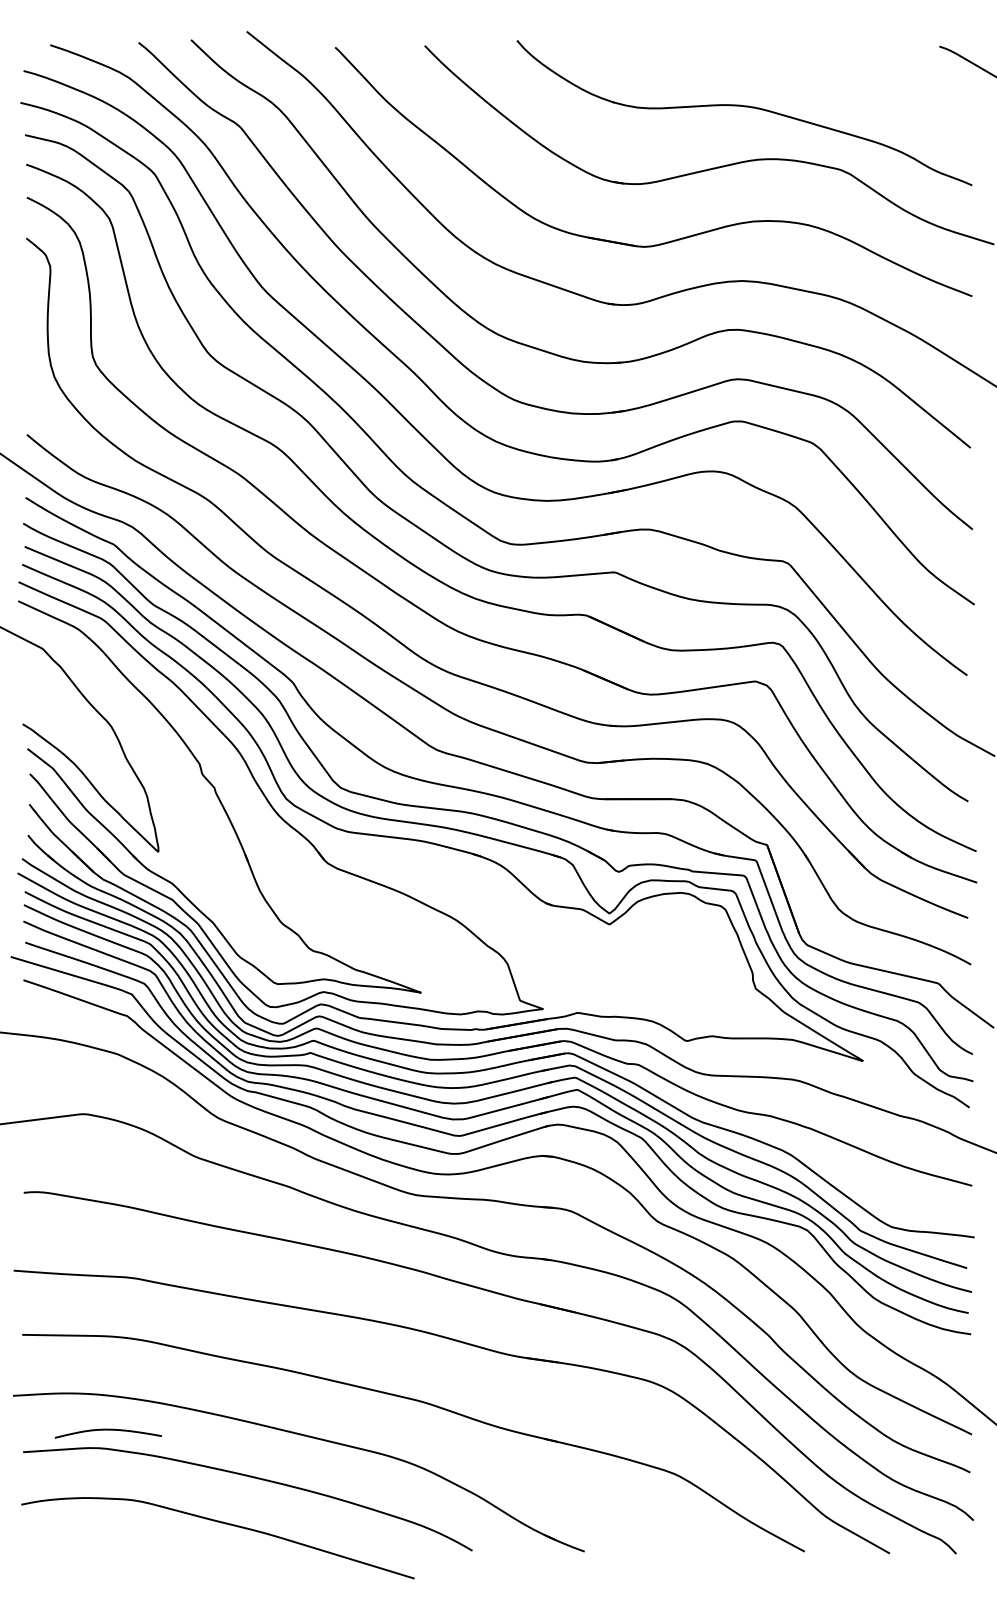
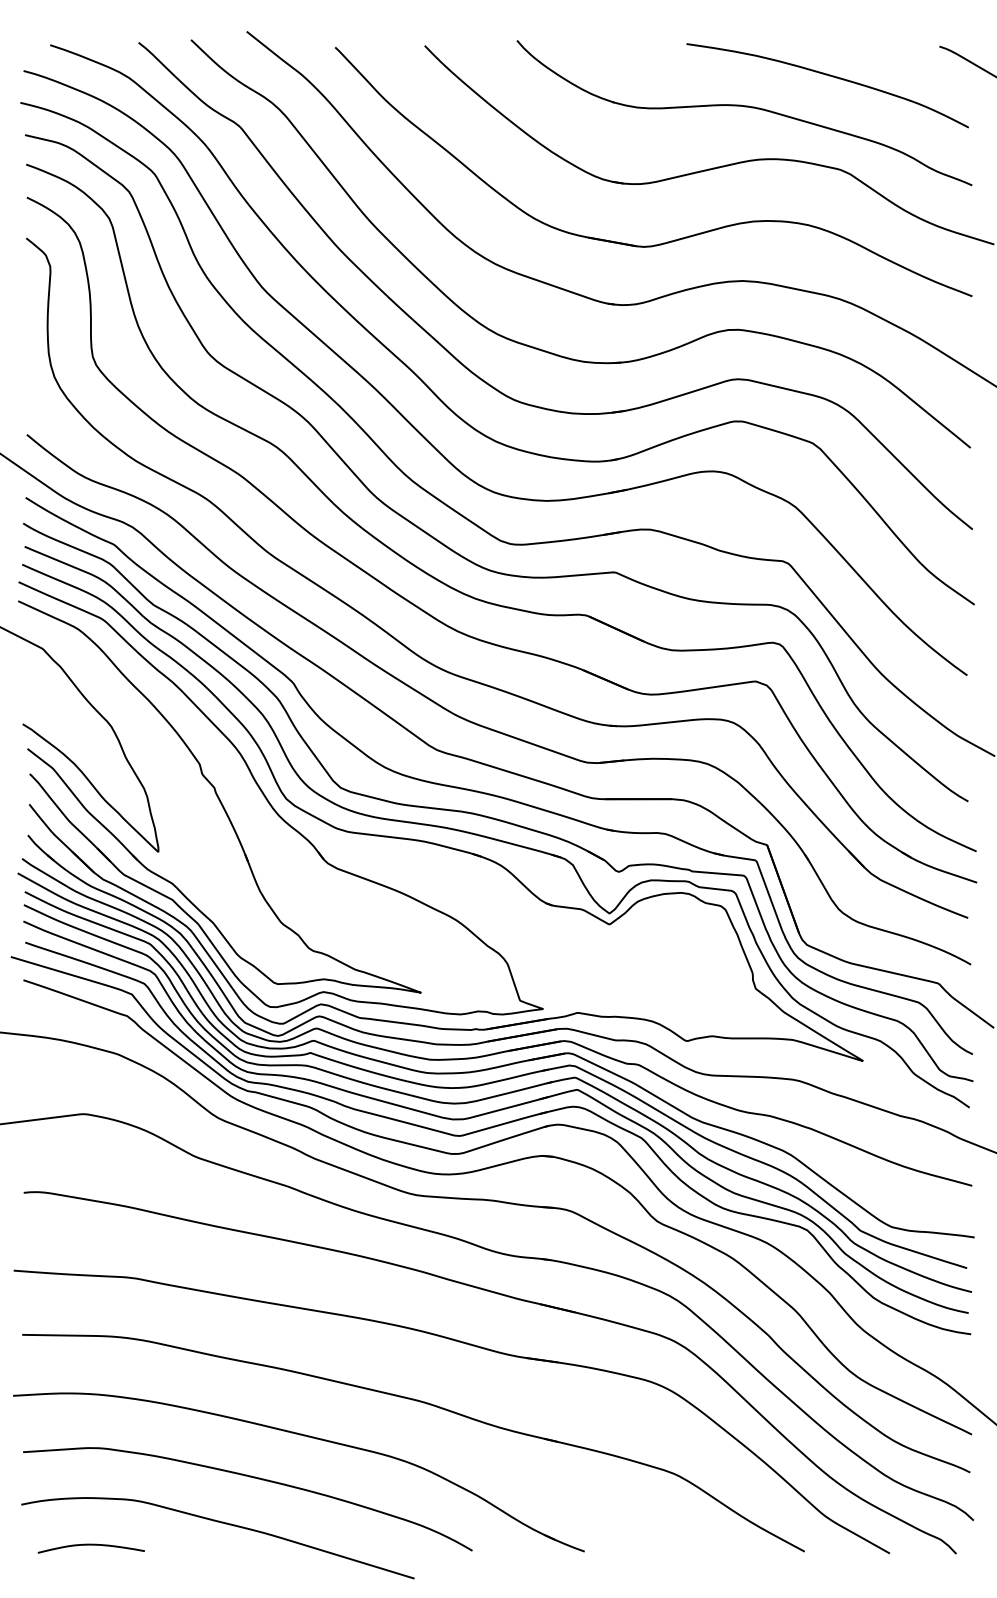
curve at (829, 76): none -> present
curve at (107, 1430) position: (107, 1430) -> (90, 1545)
